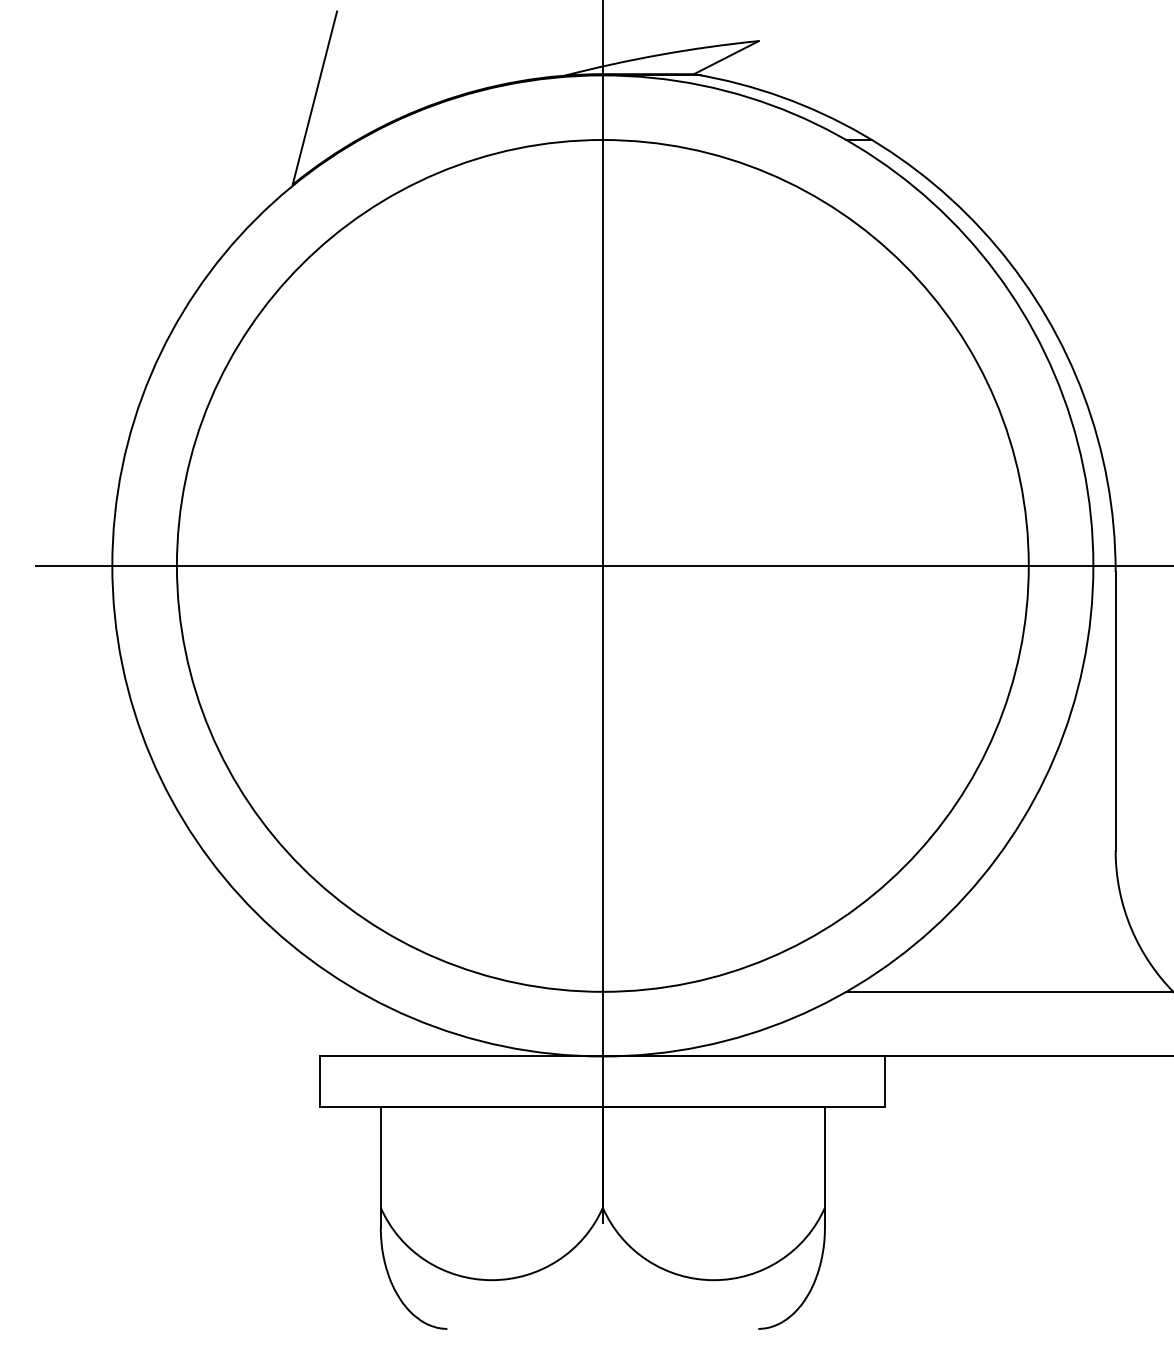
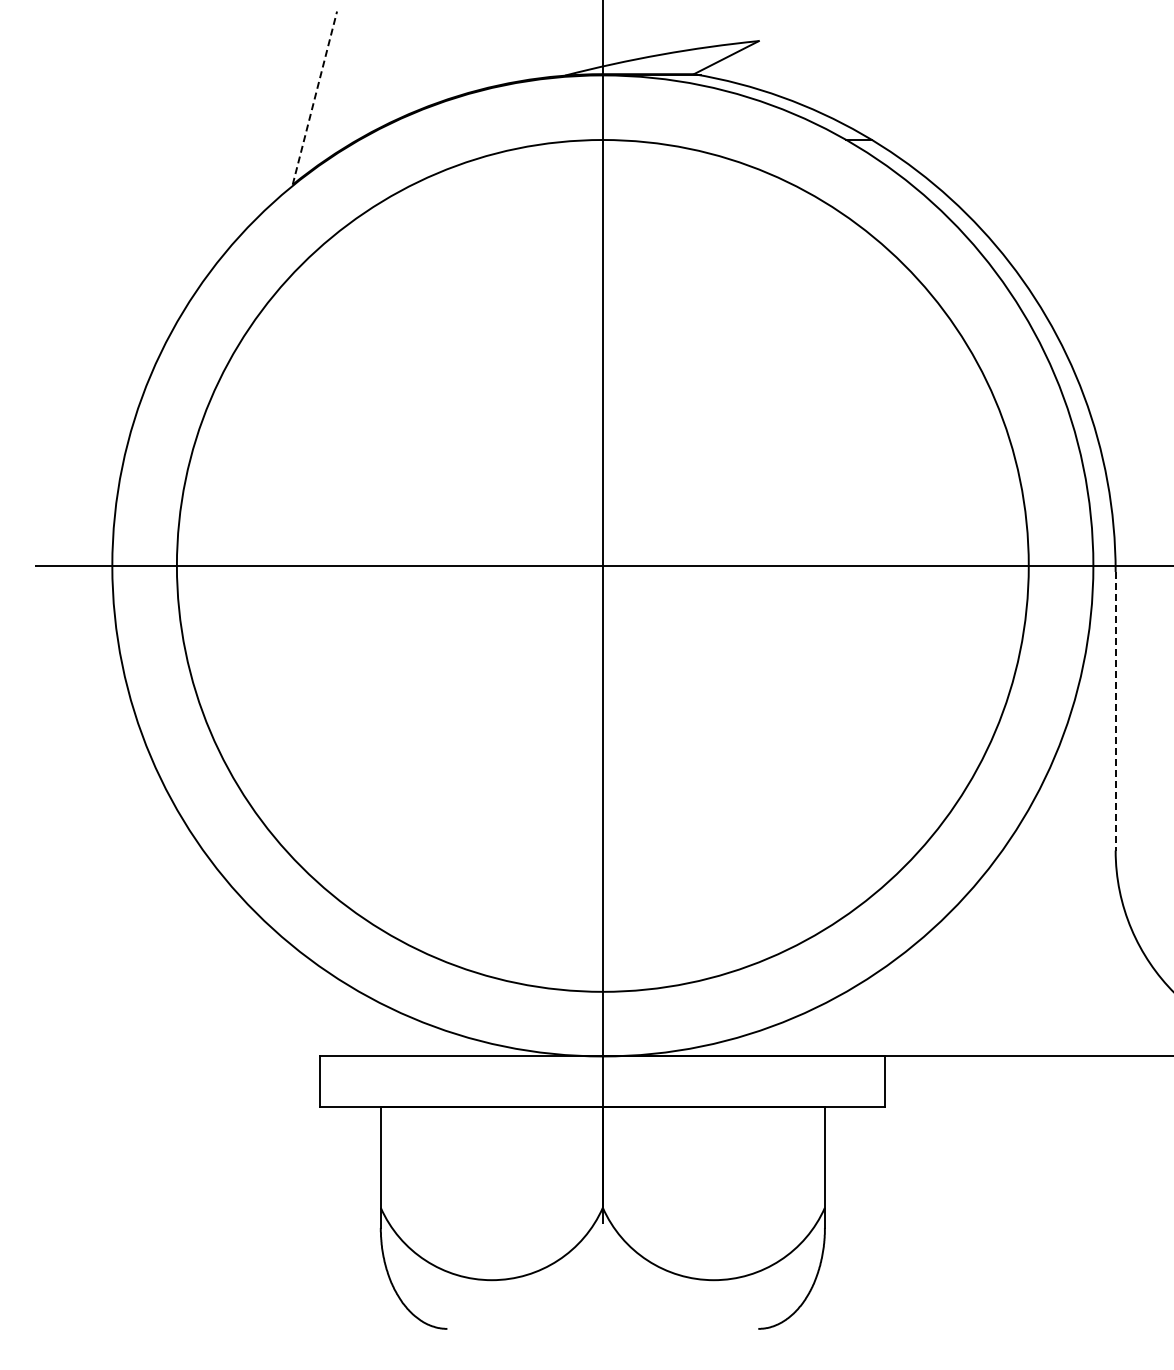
line at (315, 97): solid -> dashed
line at (1115, 711): solid -> dashed
line at (1008, 991): present -> none
